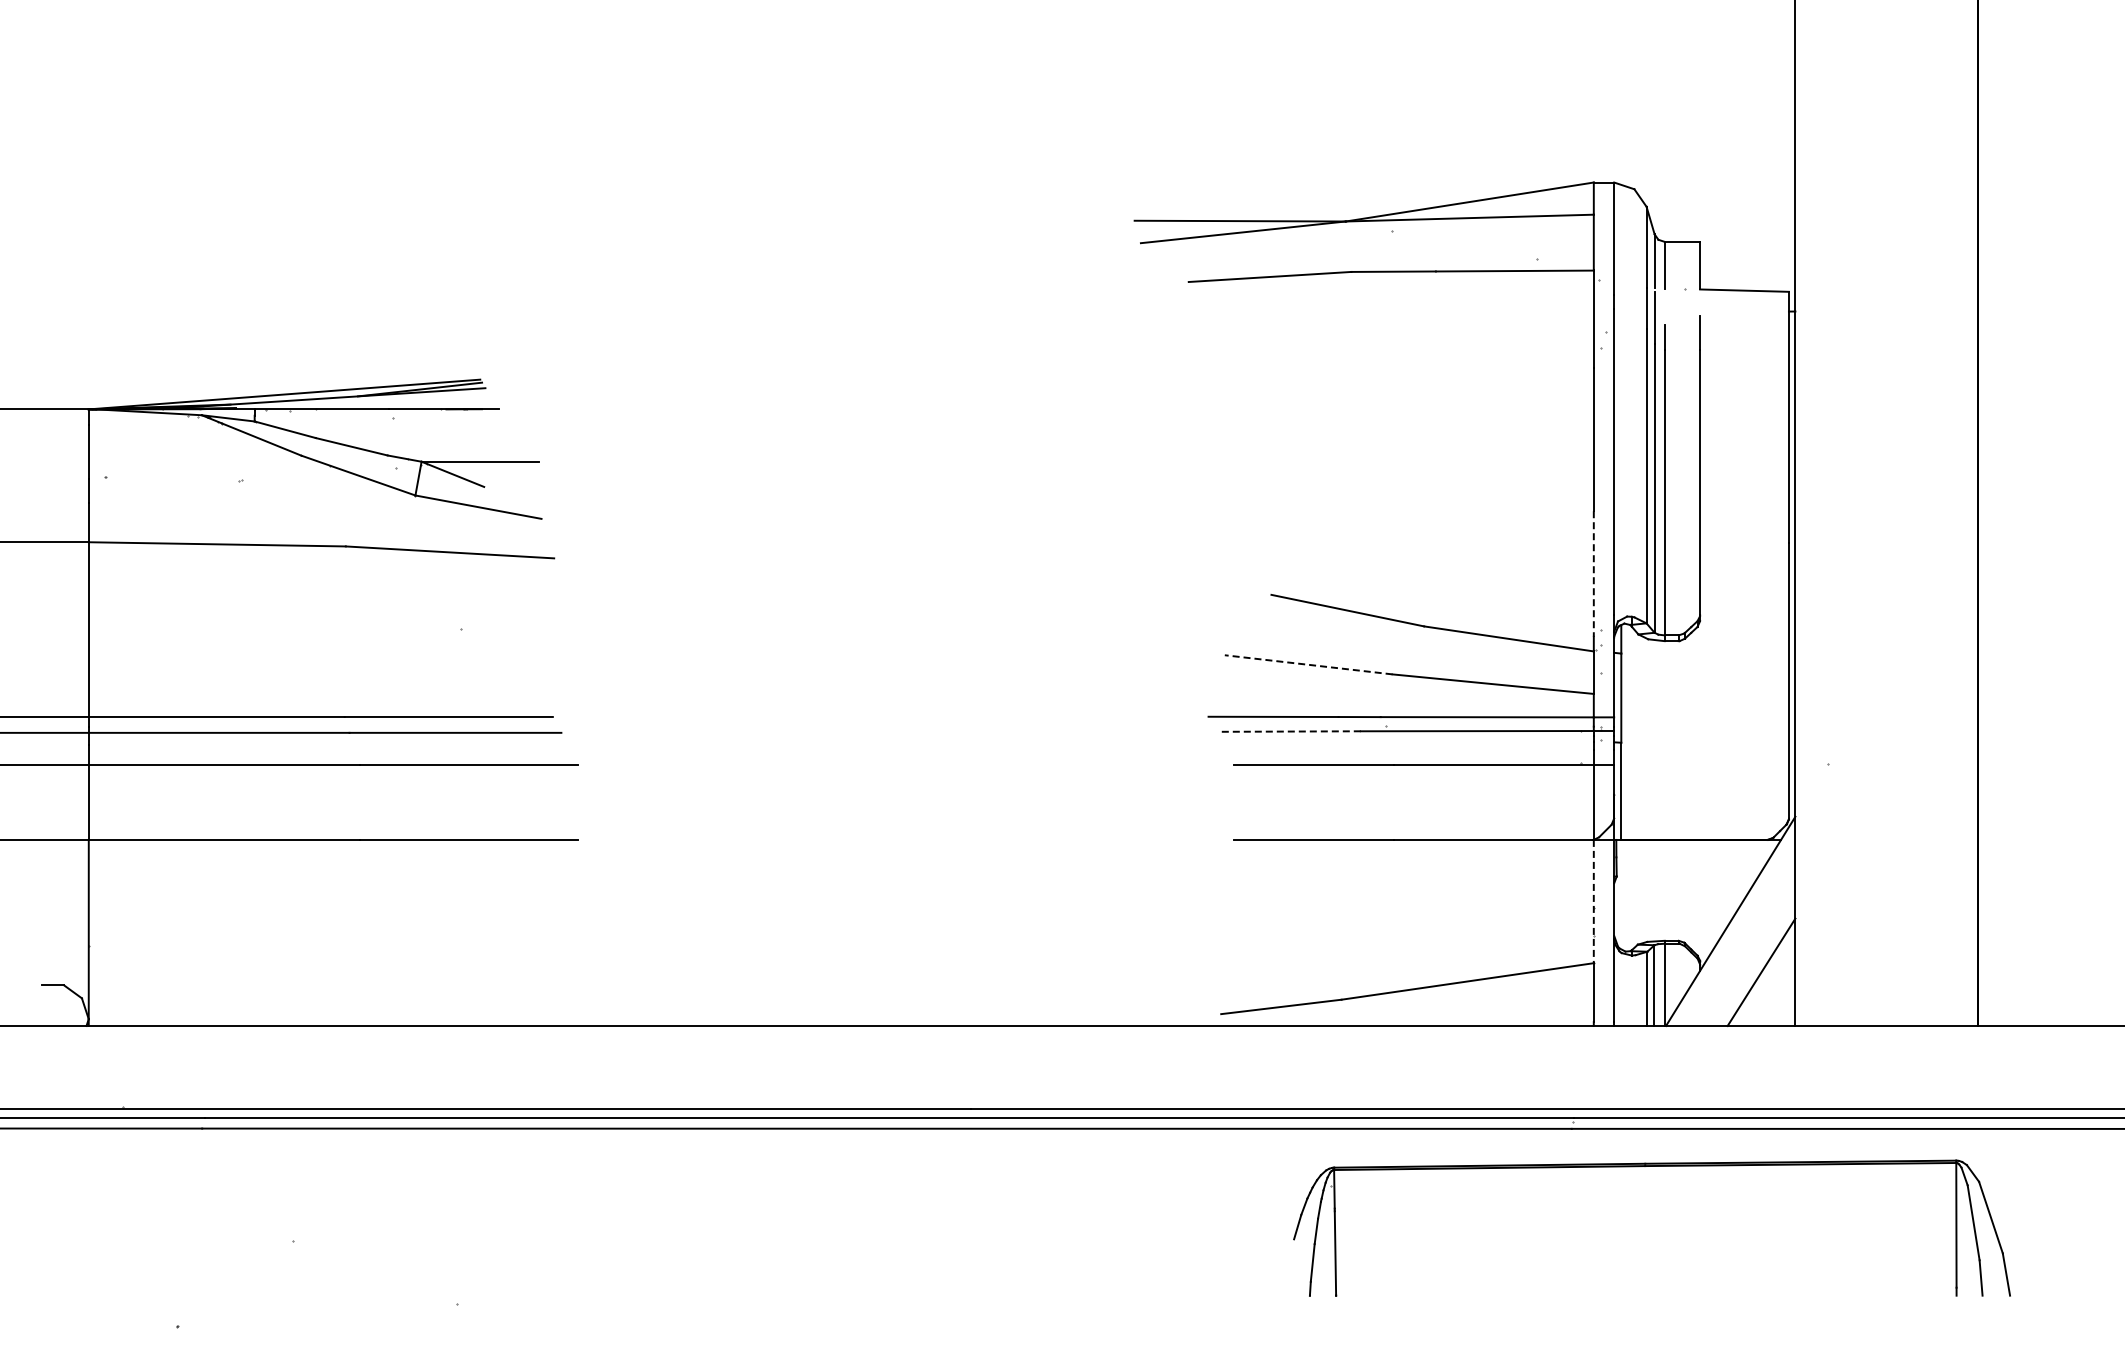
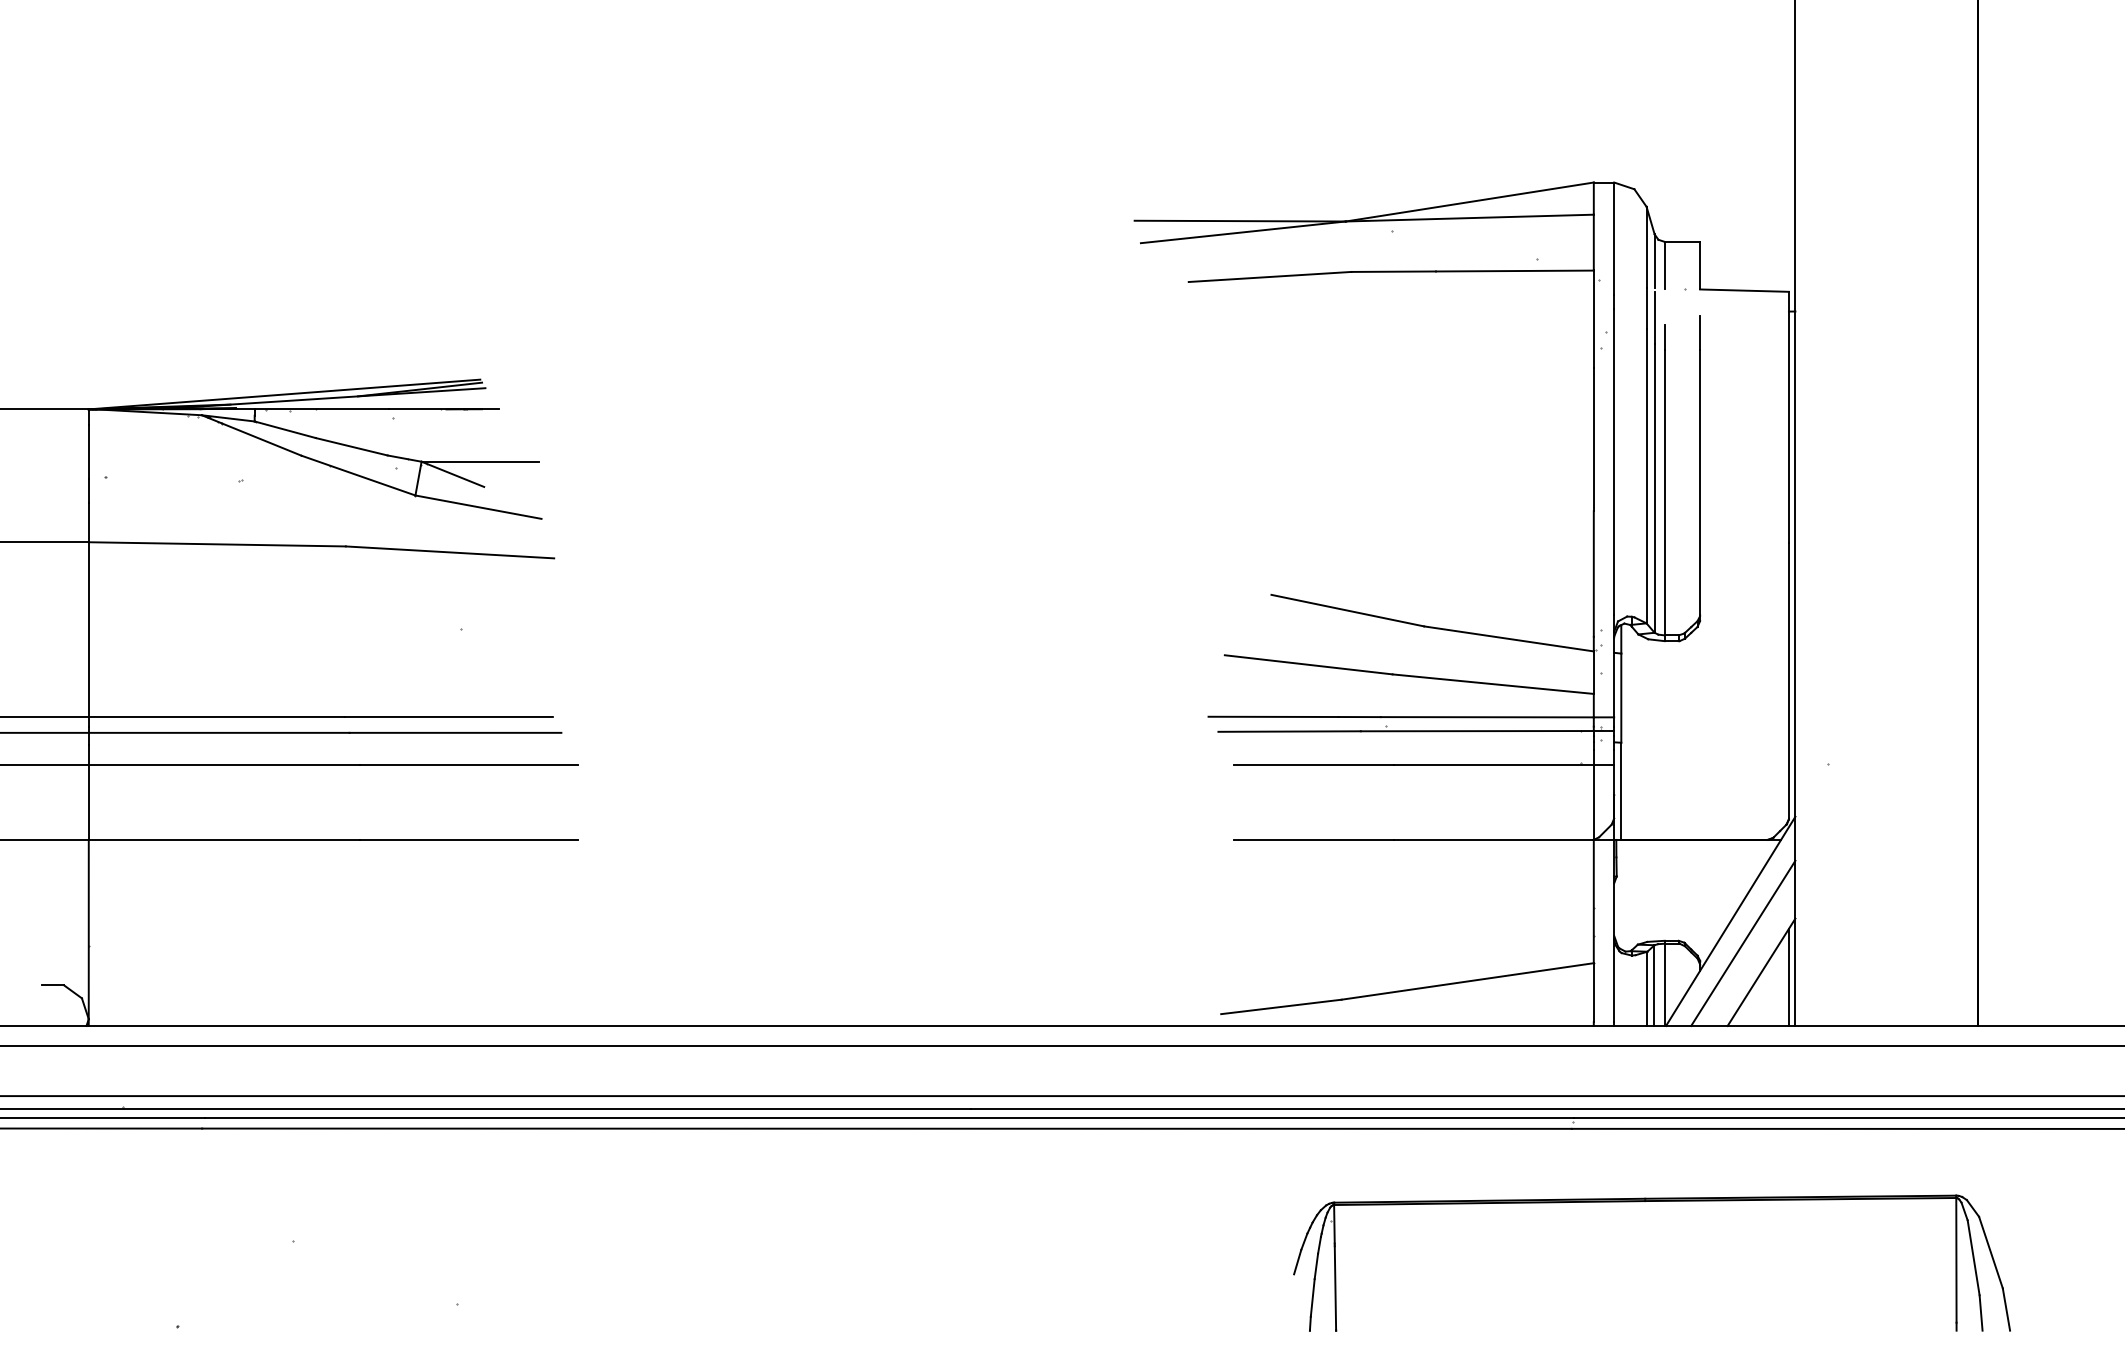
line at (1593, 574): dashed -> solid
line at (1308, 664): dashed -> solid
line at (1289, 731): dashed -> solid
line at (1593, 901): dashed -> solid
line at (1743, 943): none -> present
line at (1788, 977): none -> present
line at (1061, 1046): none -> present
line at (1061, 1096): none -> present
part at (1651, 1166) position: (1651, 1166) -> (1651, 1201)
